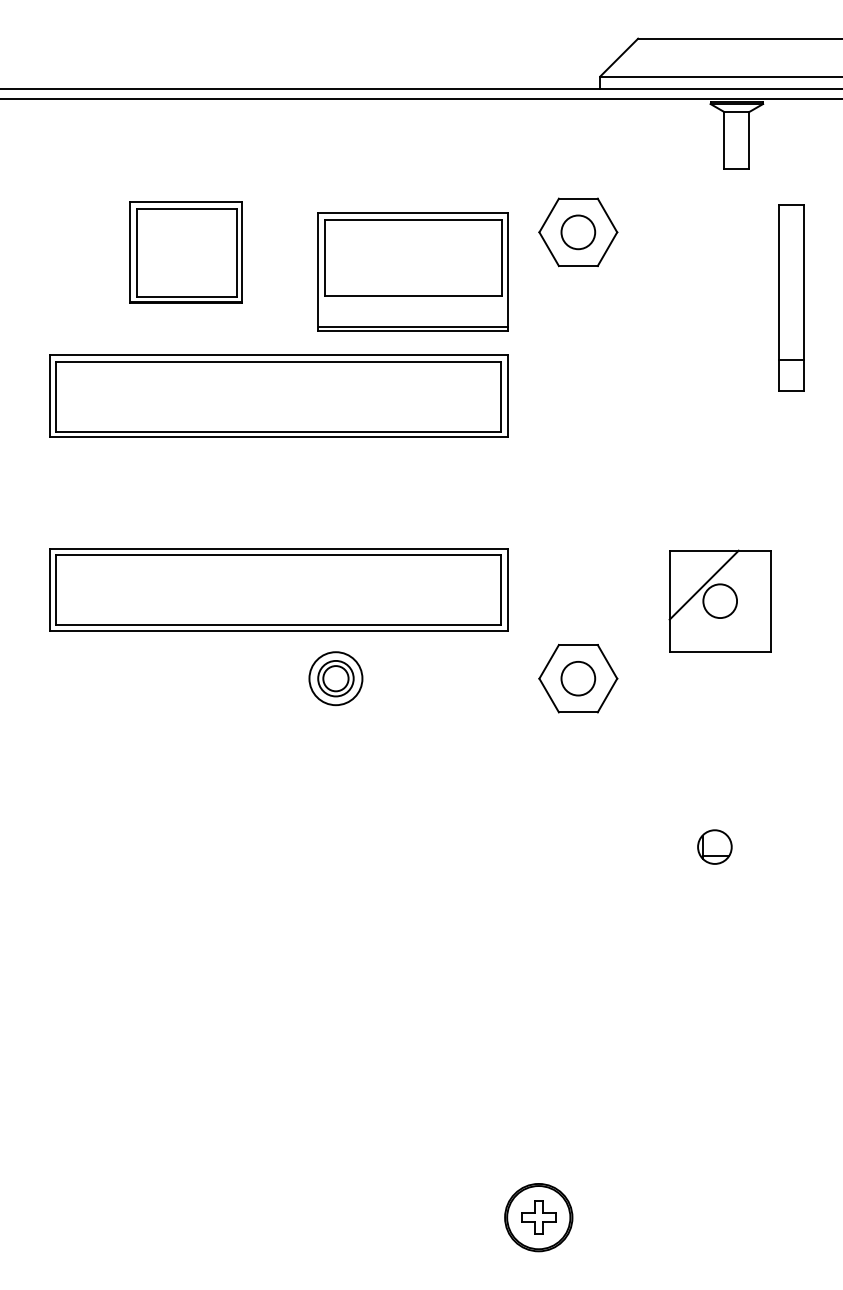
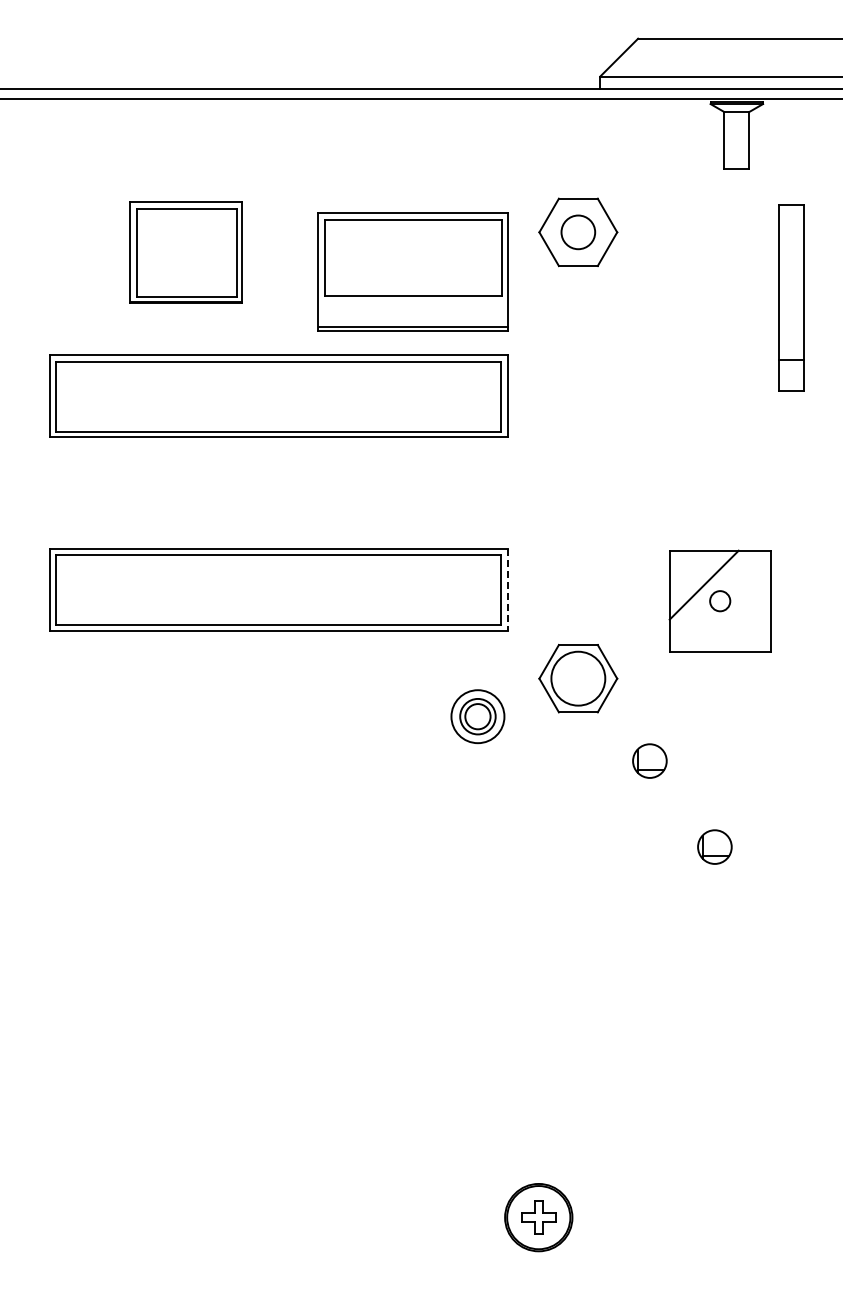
line at (507, 590): solid -> dashed
circle at (720, 601) diameter: 34 px -> 20 px
part at (335, 678) position: (335, 678) -> (477, 716)
circle at (578, 678) diameter: 34 px -> 54 px
part at (649, 760): none -> present
